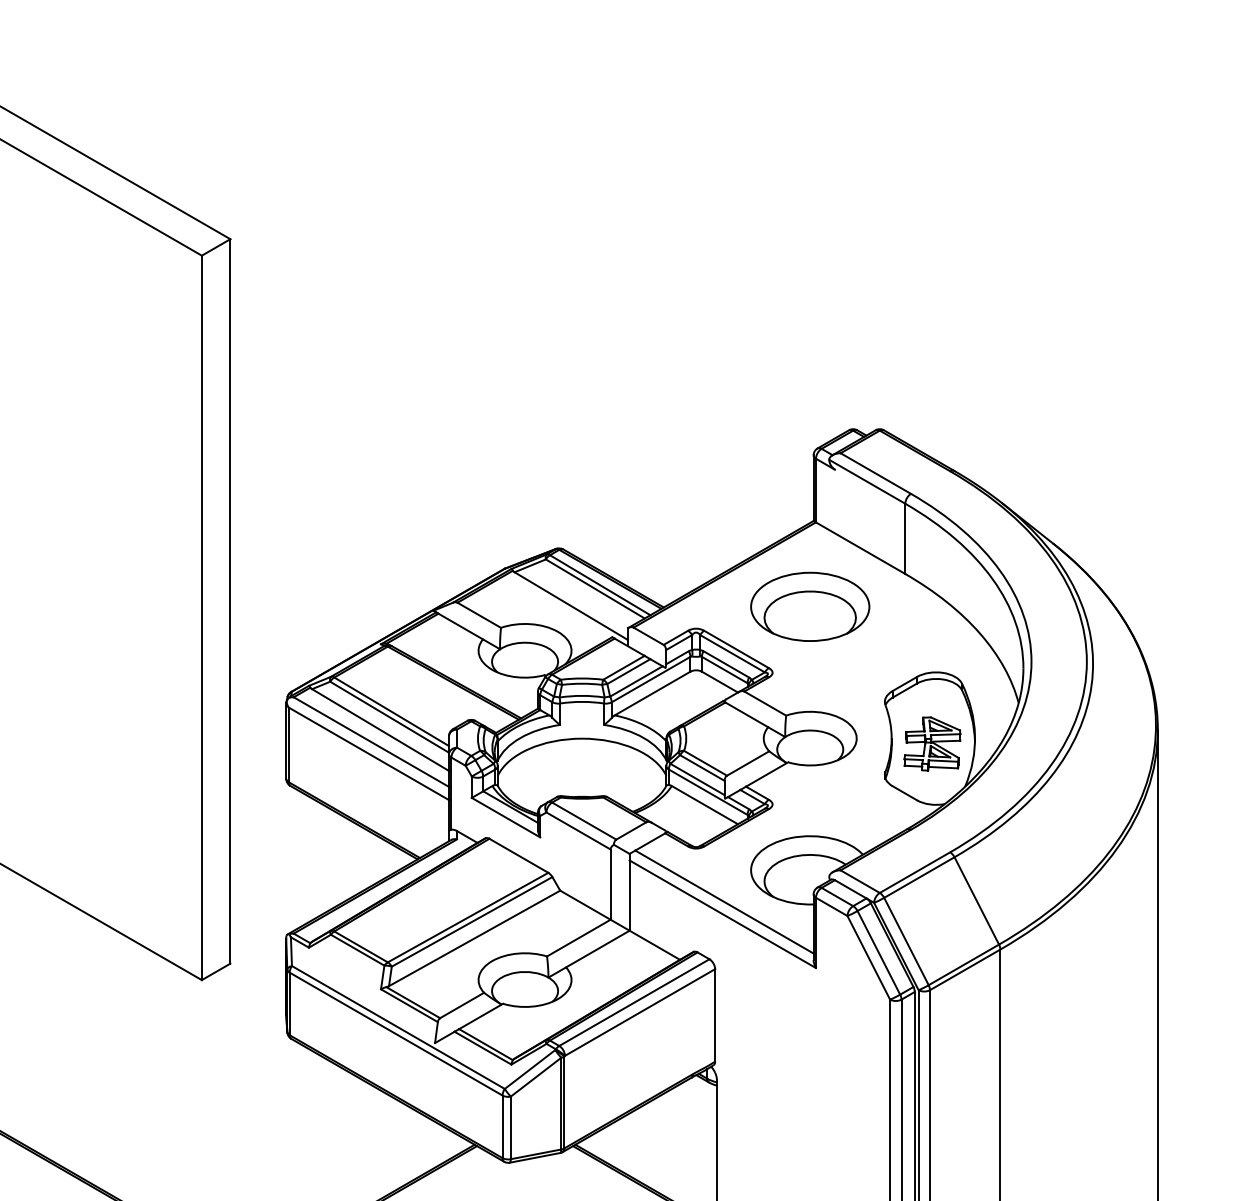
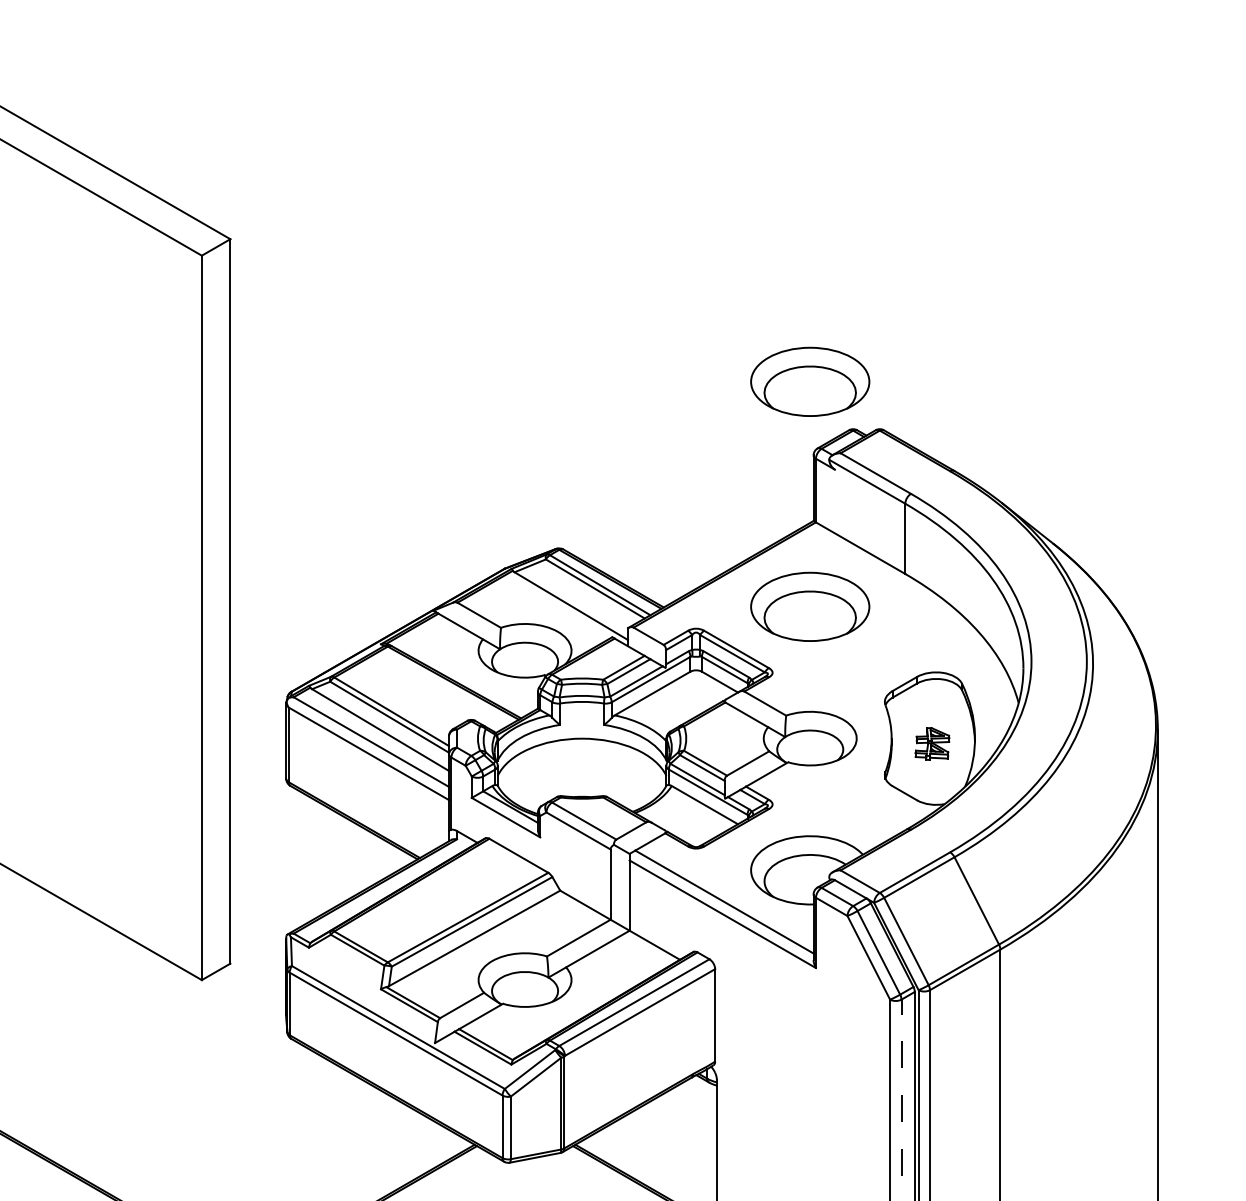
part at (810, 381): none -> present
part at (932, 743) size: 59x56 px -> 37x34 px
line at (901, 1099): solid -> dashed
